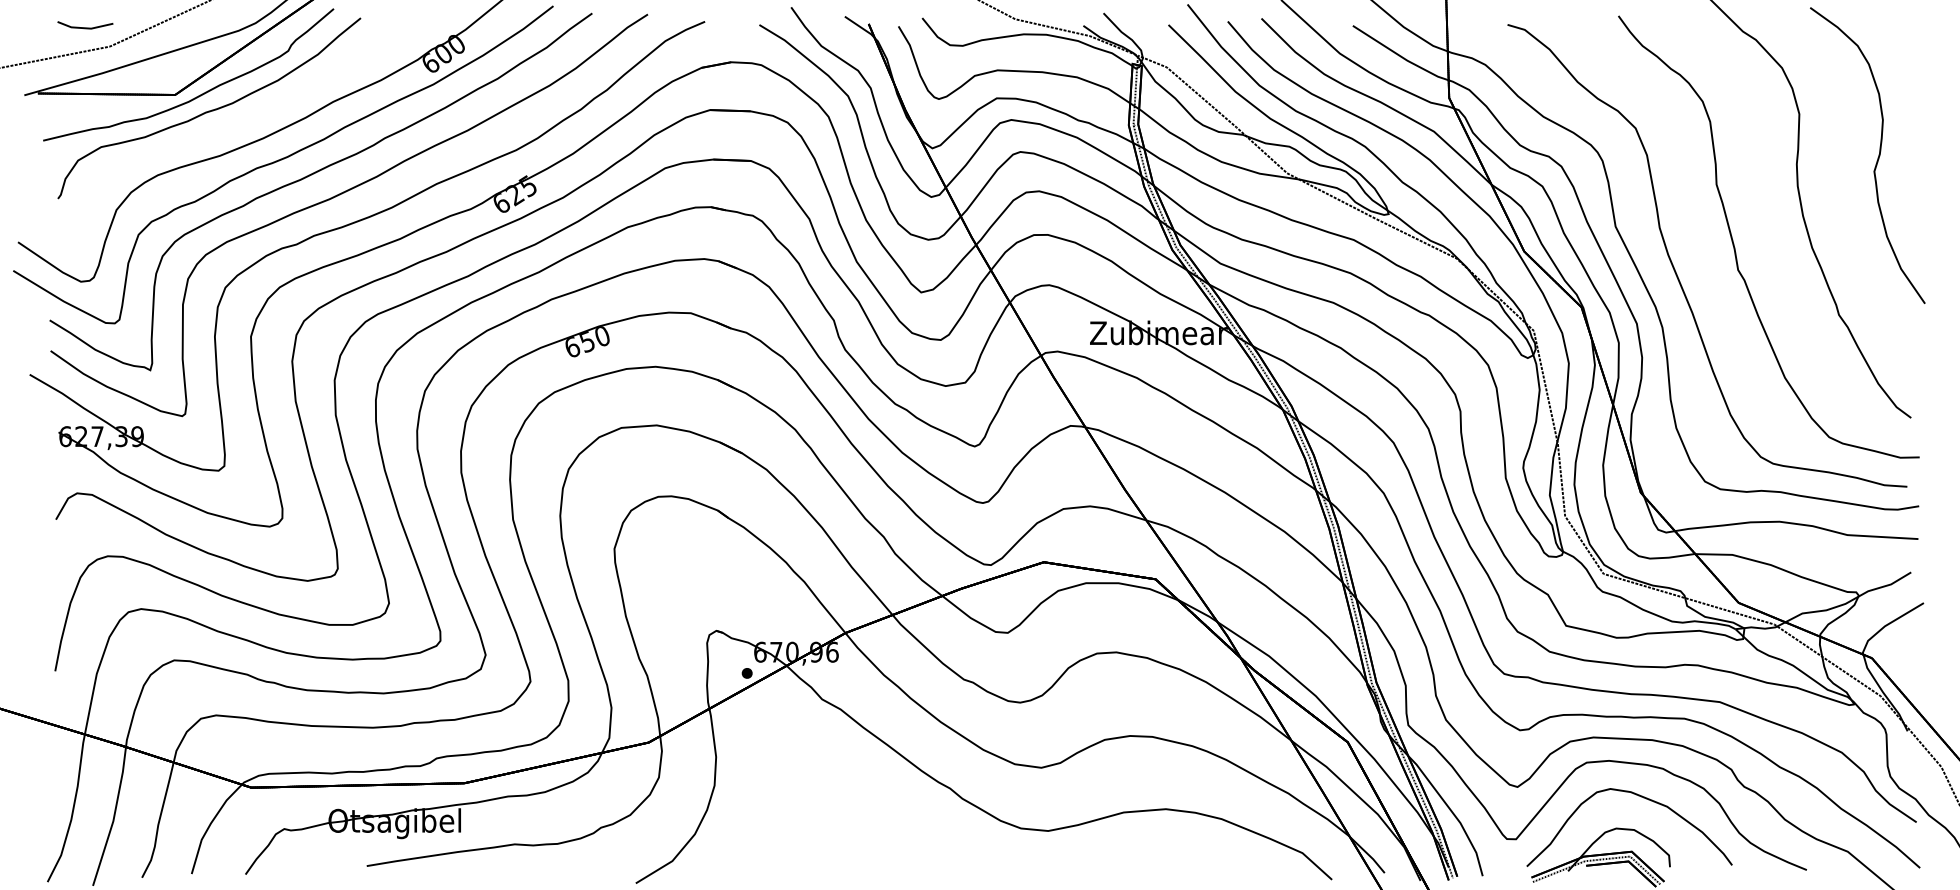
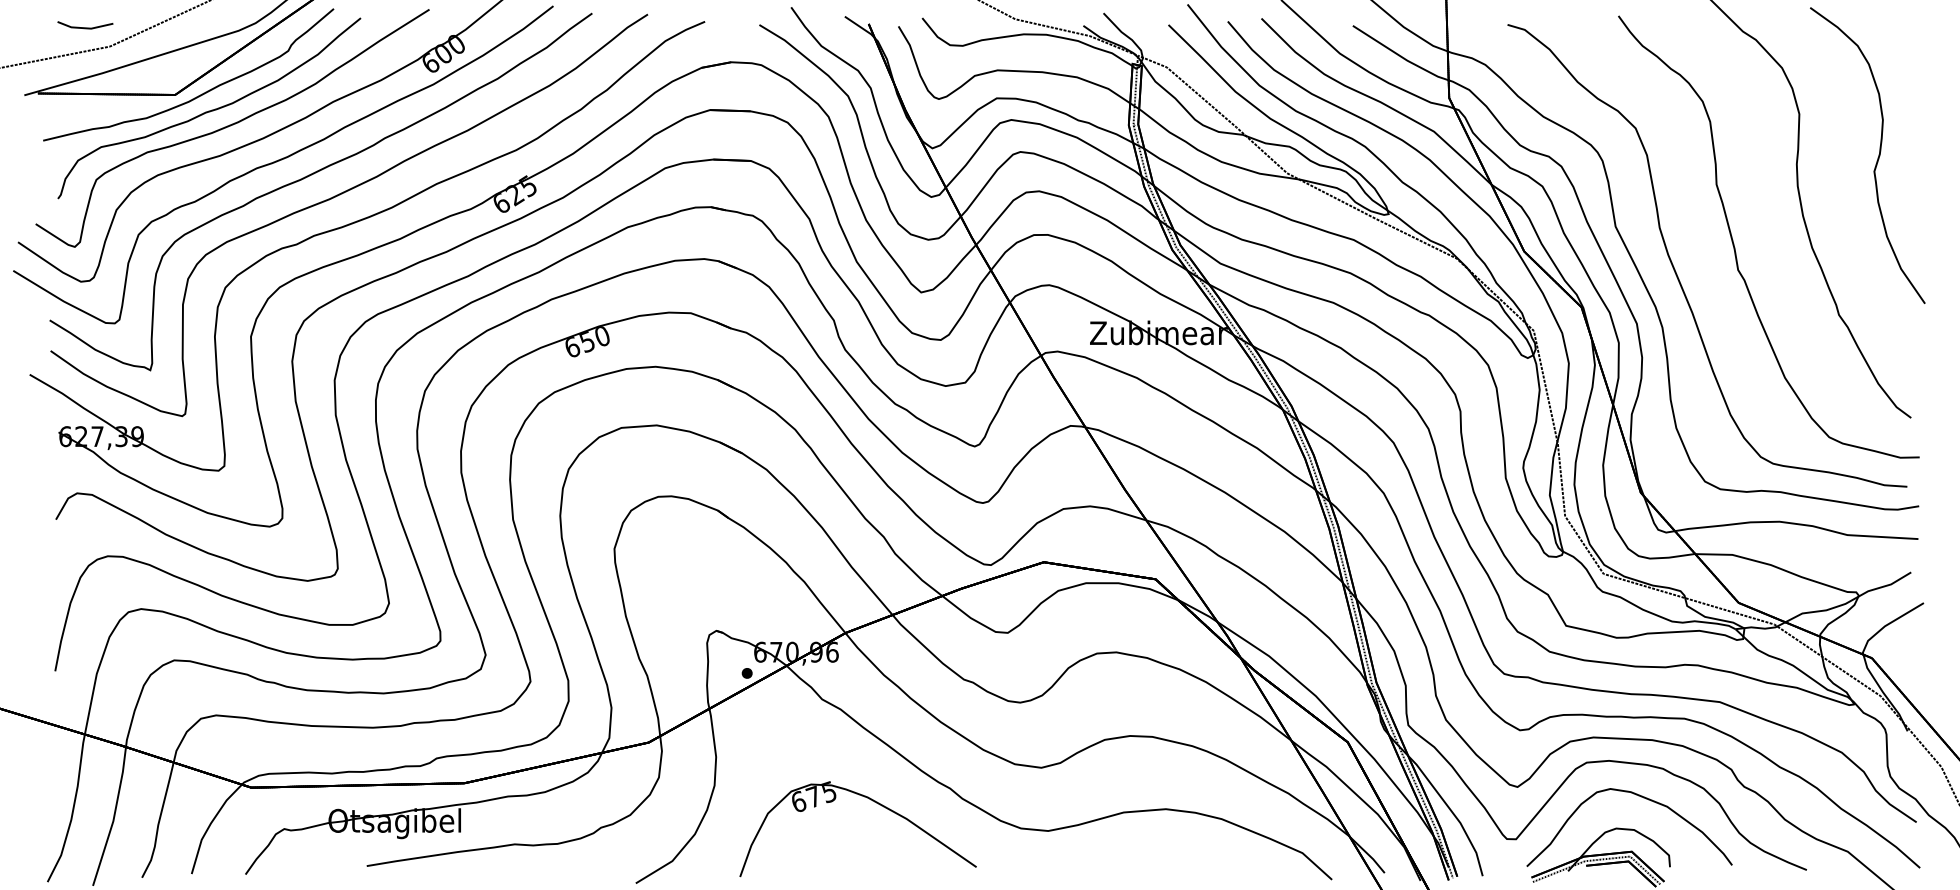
part at (232, 128): none -> present
part at (872, 801): none -> present
